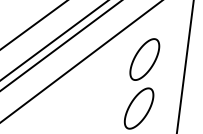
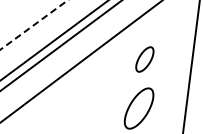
line at (33, 25): solid -> dashed
part at (144, 59) size: 32x43 px -> 20x27 px
line at (185, 66) position: (185, 66) -> (191, 66)
